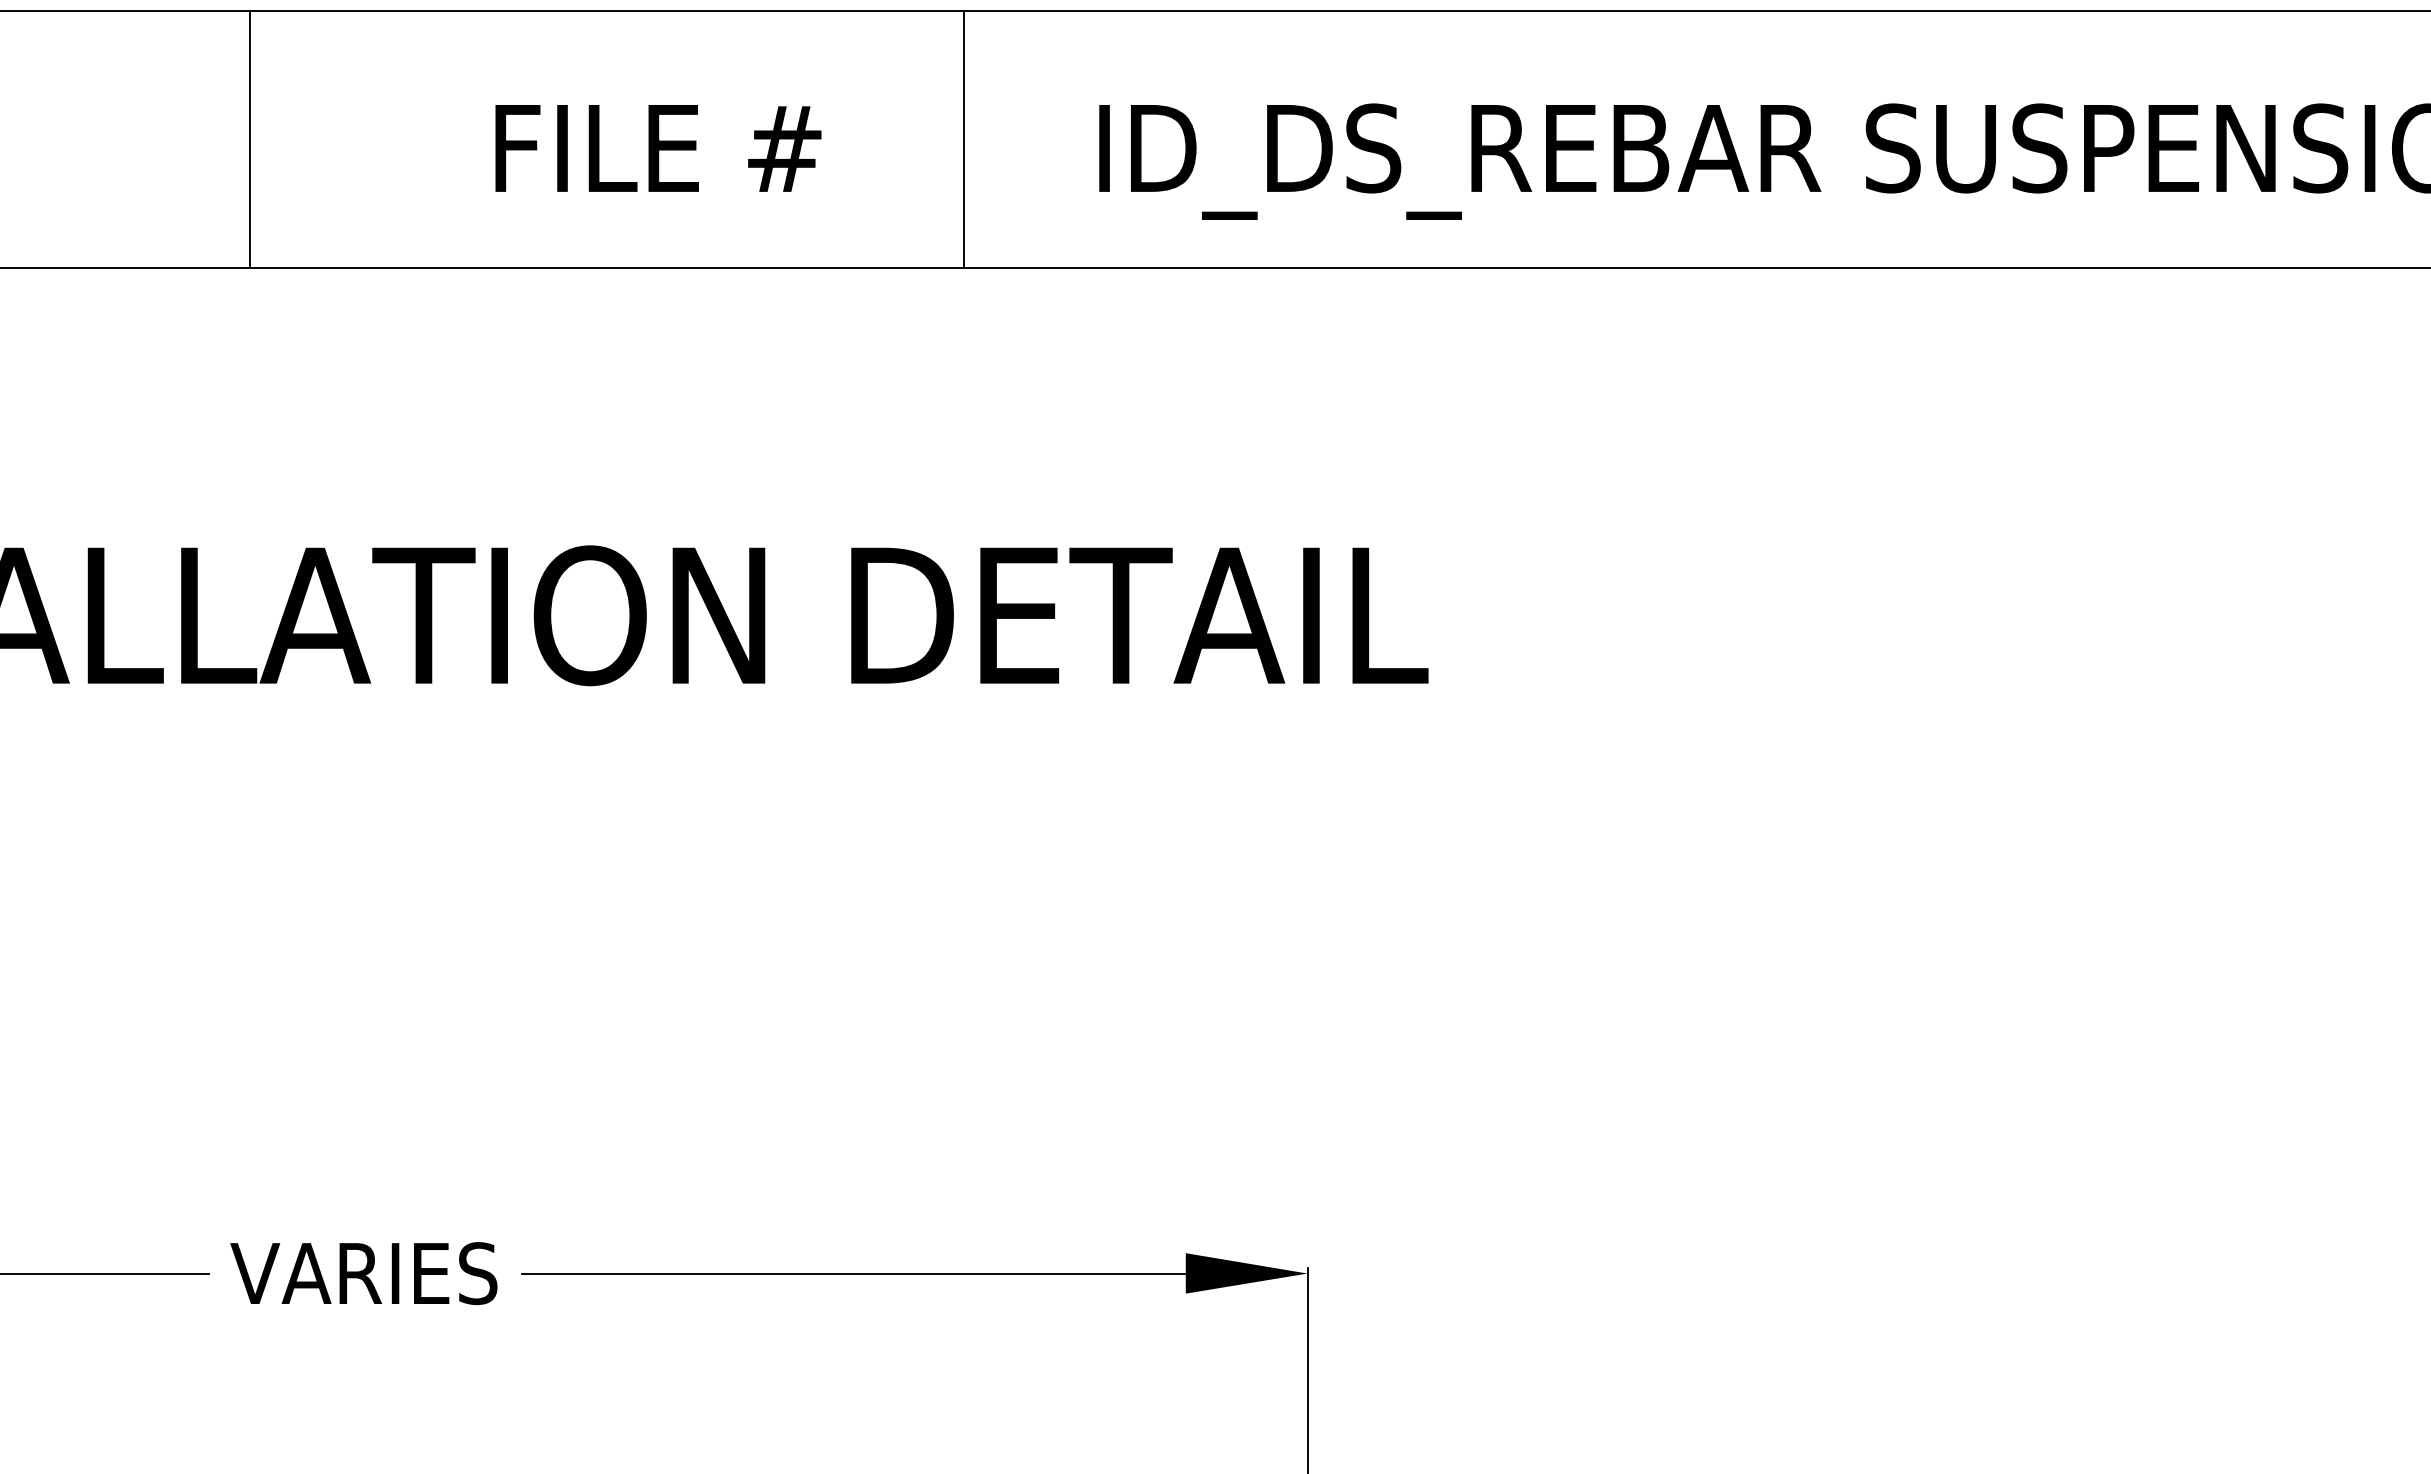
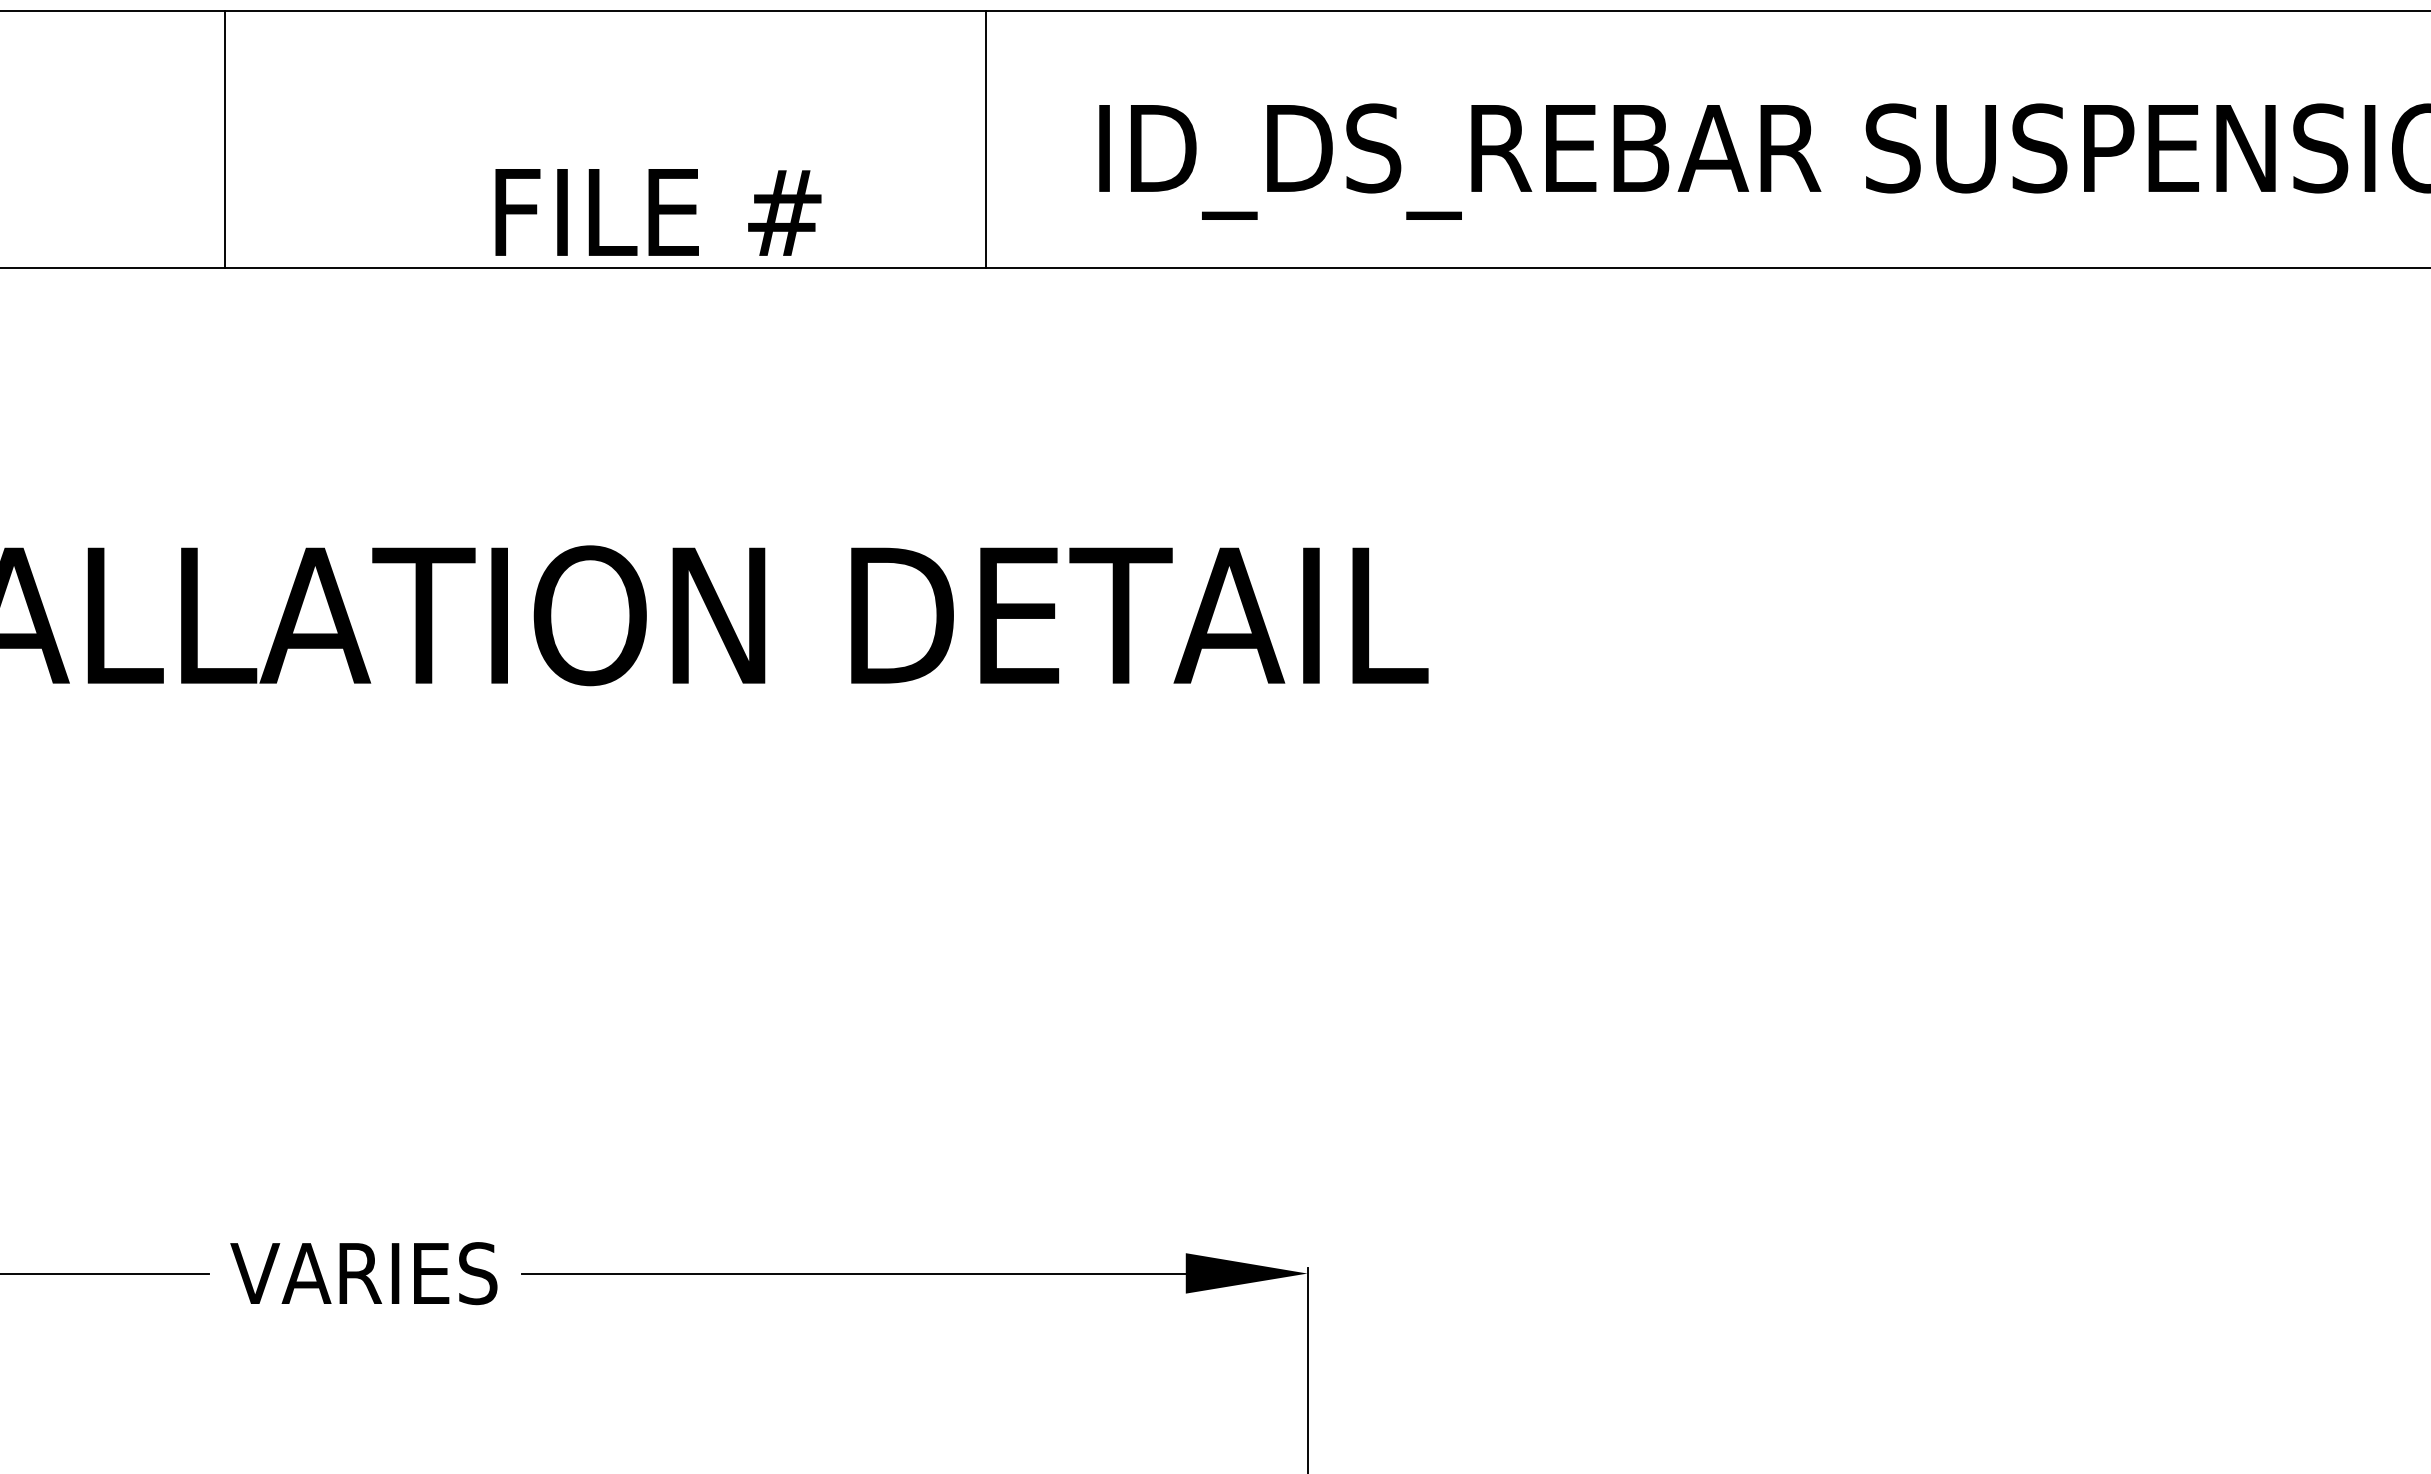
line at (249, 139) position: (249, 139) -> (224, 139)
line at (964, 139) position: (964, 139) -> (986, 139)
text at (658, 148) position: (658, 148) -> (658, 212)
